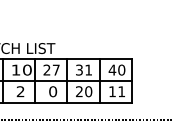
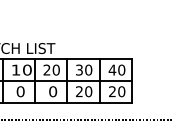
text at (55, 69): 27 -> 20
text at (88, 69): 31 -> 30
text at (20, 91): 2 -> 0
text at (117, 91): 11 -> 20
